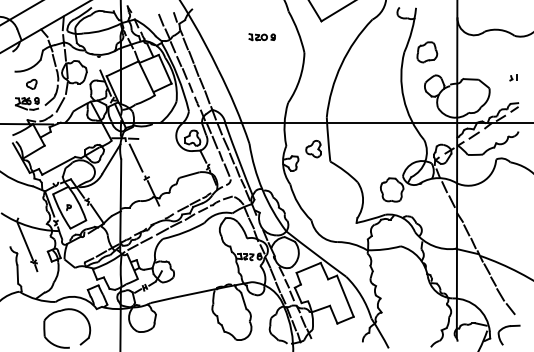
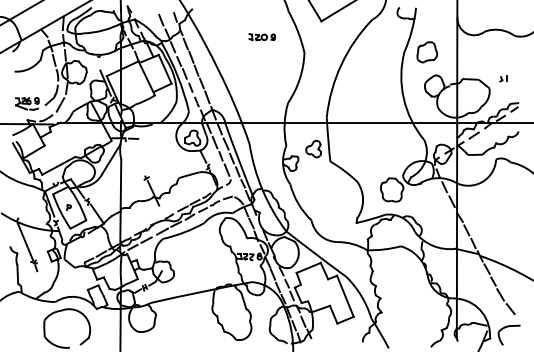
part at (513, 77) position: (513, 77) -> (503, 78)
part at (31, 83): present -> none
line at (135, 157): present -> none
